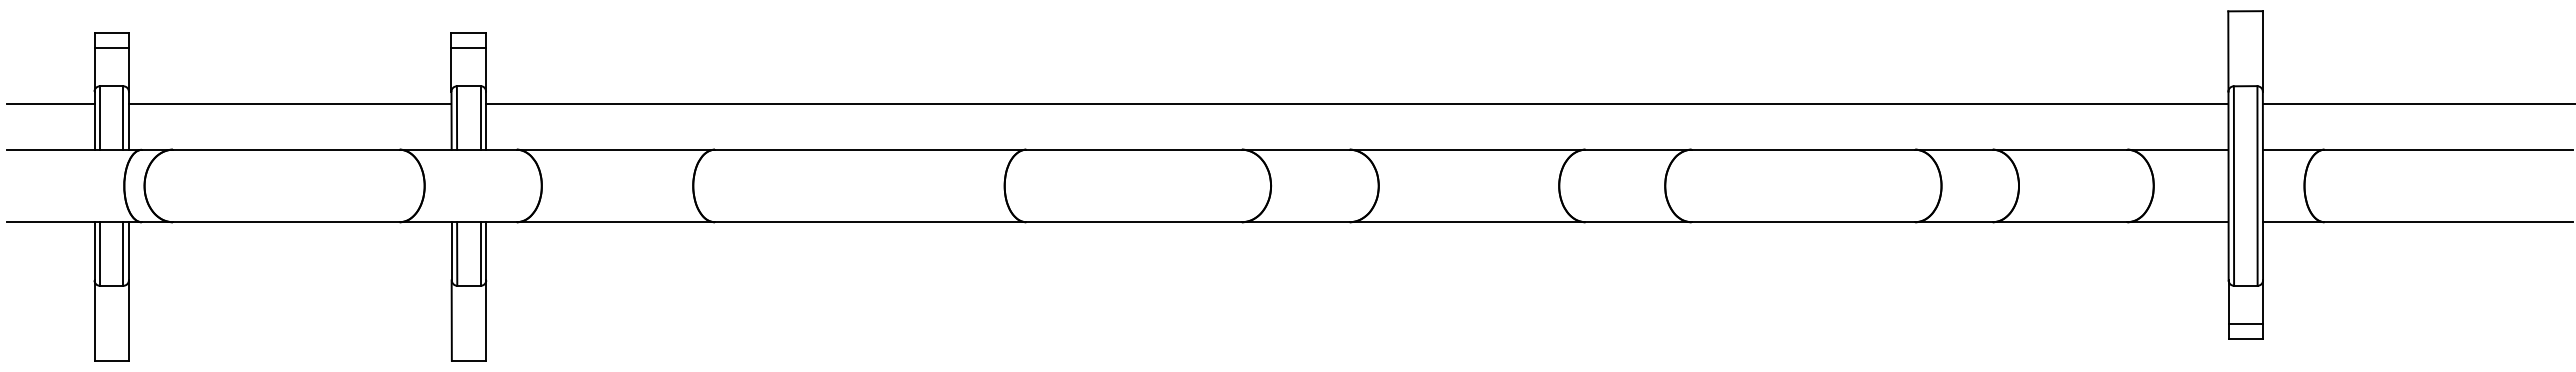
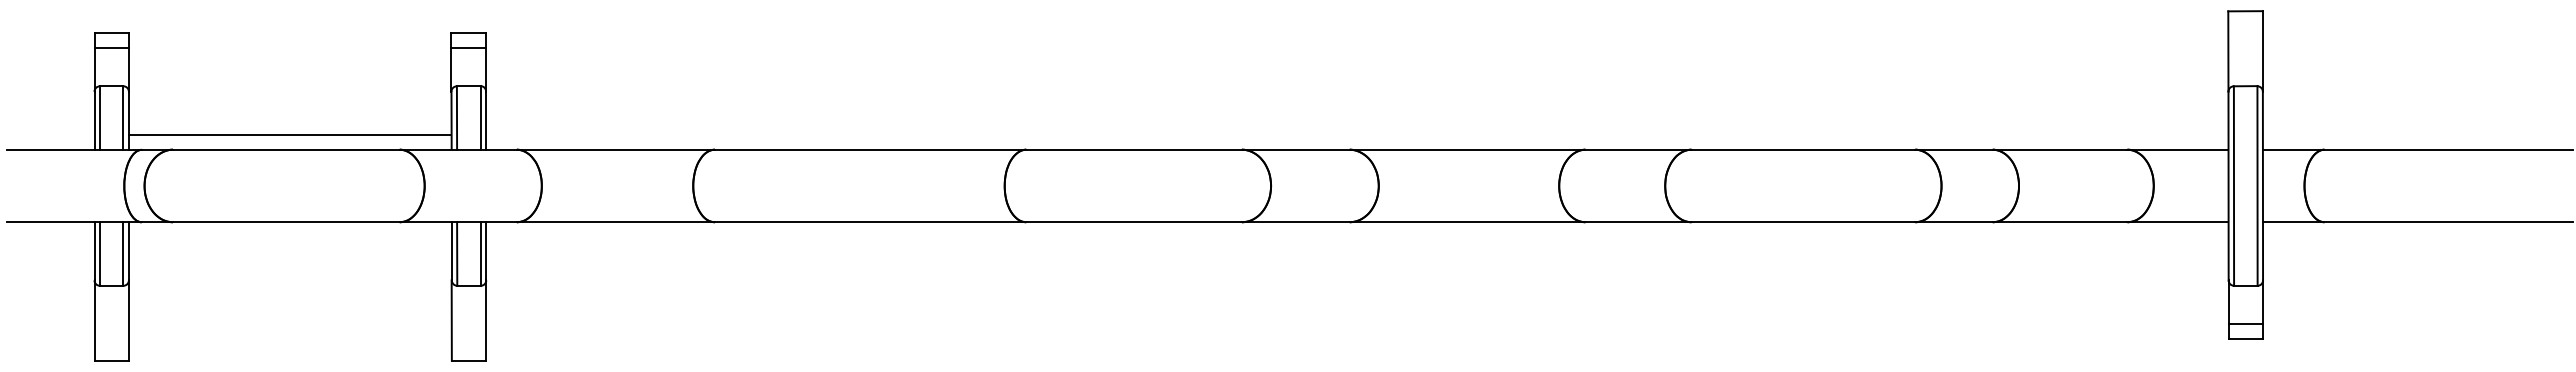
line at (50, 104): present -> none
line at (289, 104) position: (289, 104) -> (289, 135)
line at (1357, 104): present -> none
line at (2417, 104): present -> none
